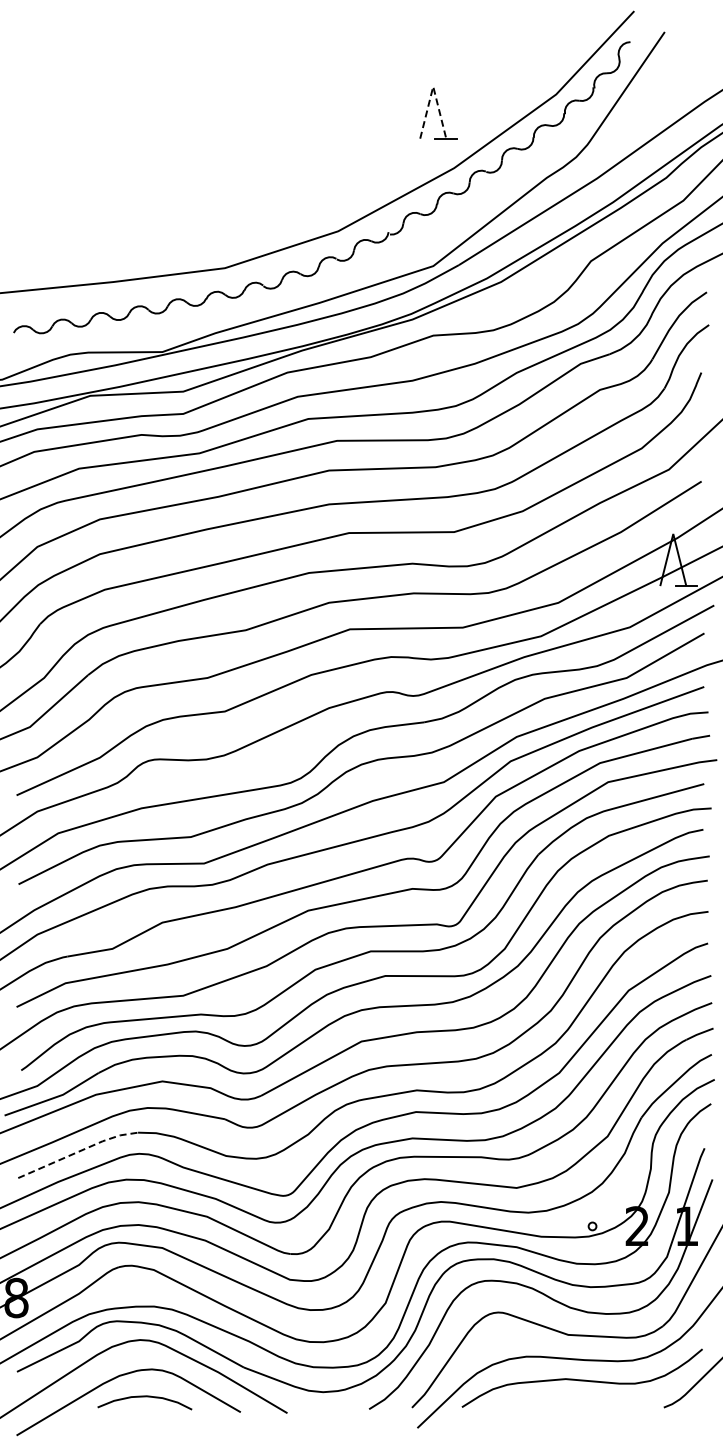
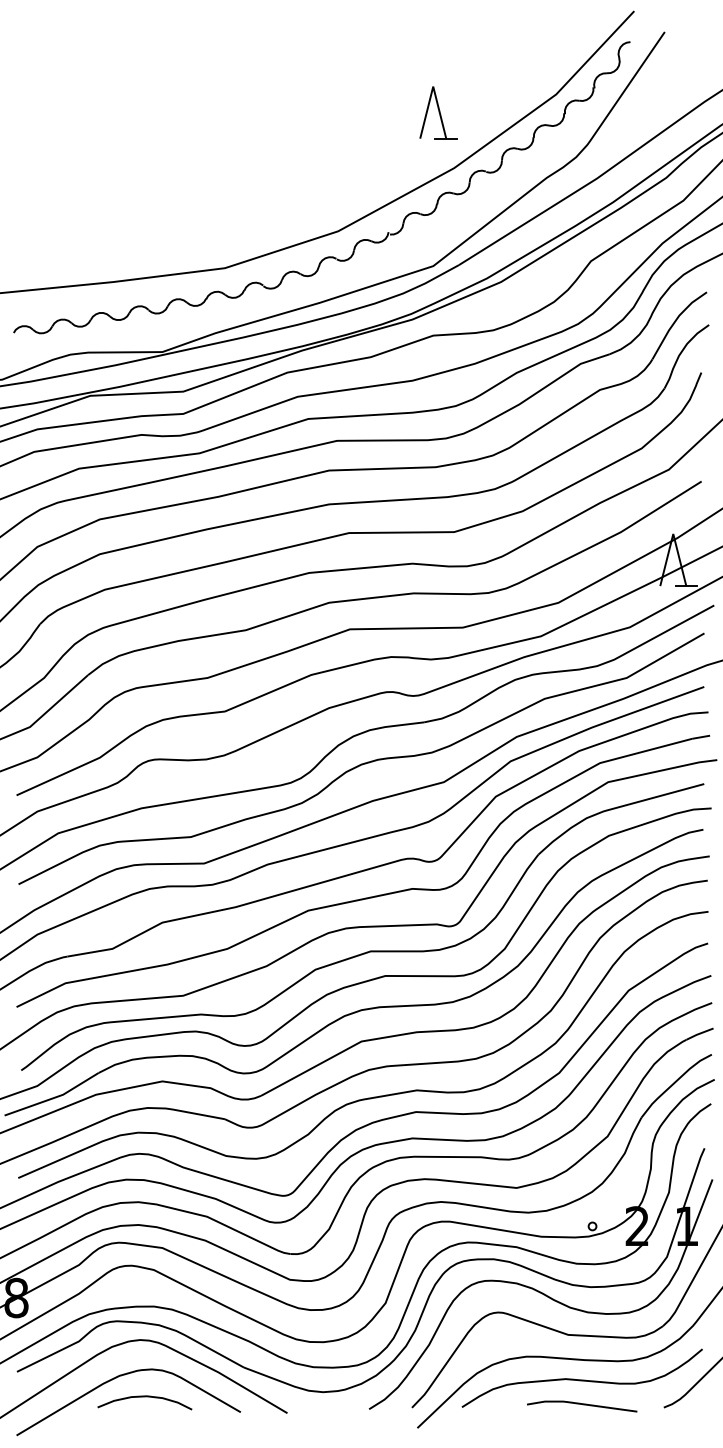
line at (433, 86): dashed -> solid
line at (79, 1151): dashed -> solid
line at (583, 1405): none -> present
